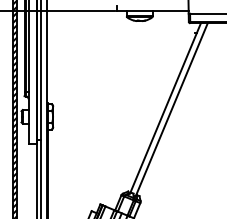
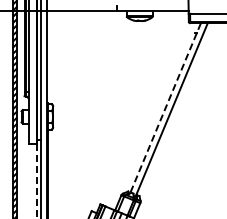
line at (165, 108): solid -> dashed
line at (36, 181): solid -> dashed
